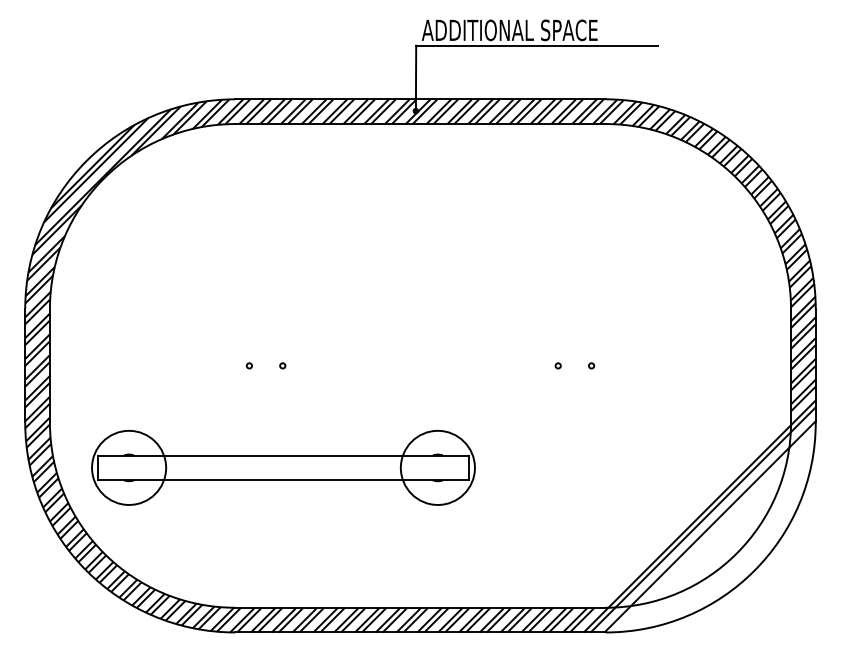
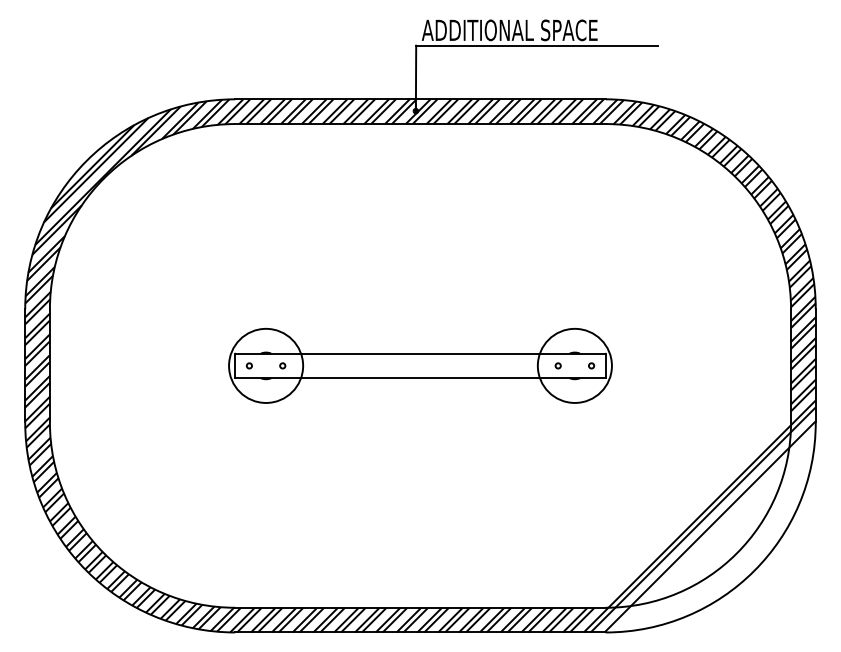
part at (283, 467) position: (283, 467) -> (420, 365)
